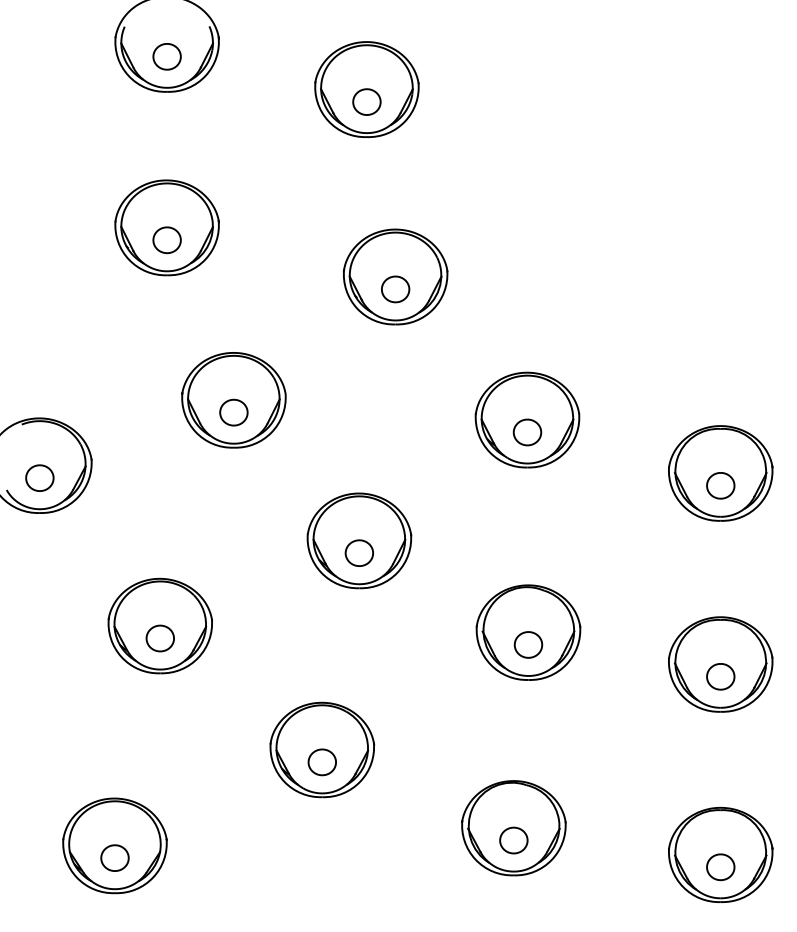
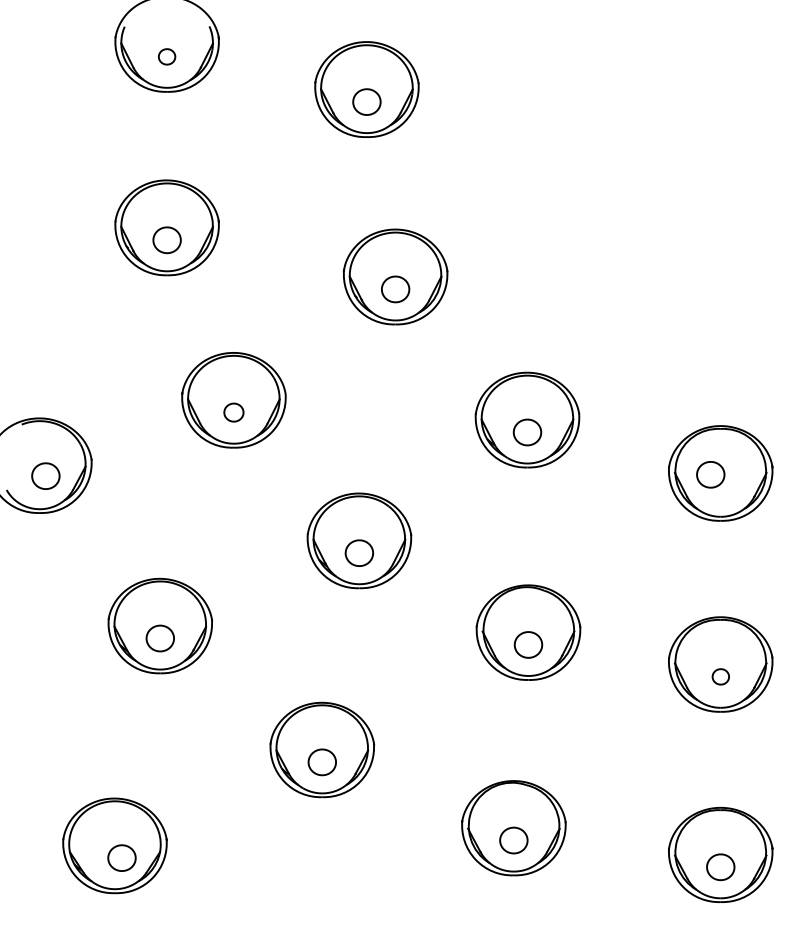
part at (166, 56) size: 30x28 px -> 19x18 px
part at (233, 412) size: 30x29 px -> 22x21 px
part at (39, 477) position: (39, 477) -> (45, 475)
part at (720, 485) position: (720, 485) -> (710, 474)
part at (720, 676) size: 30x28 px -> 19x18 px
part at (114, 857) position: (114, 857) -> (121, 857)
